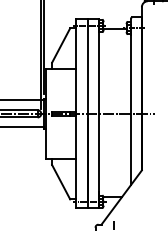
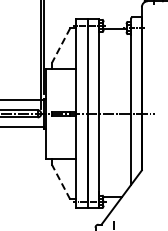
line at (60, 45): solid -> dashed
line at (60, 181): solid -> dashed
